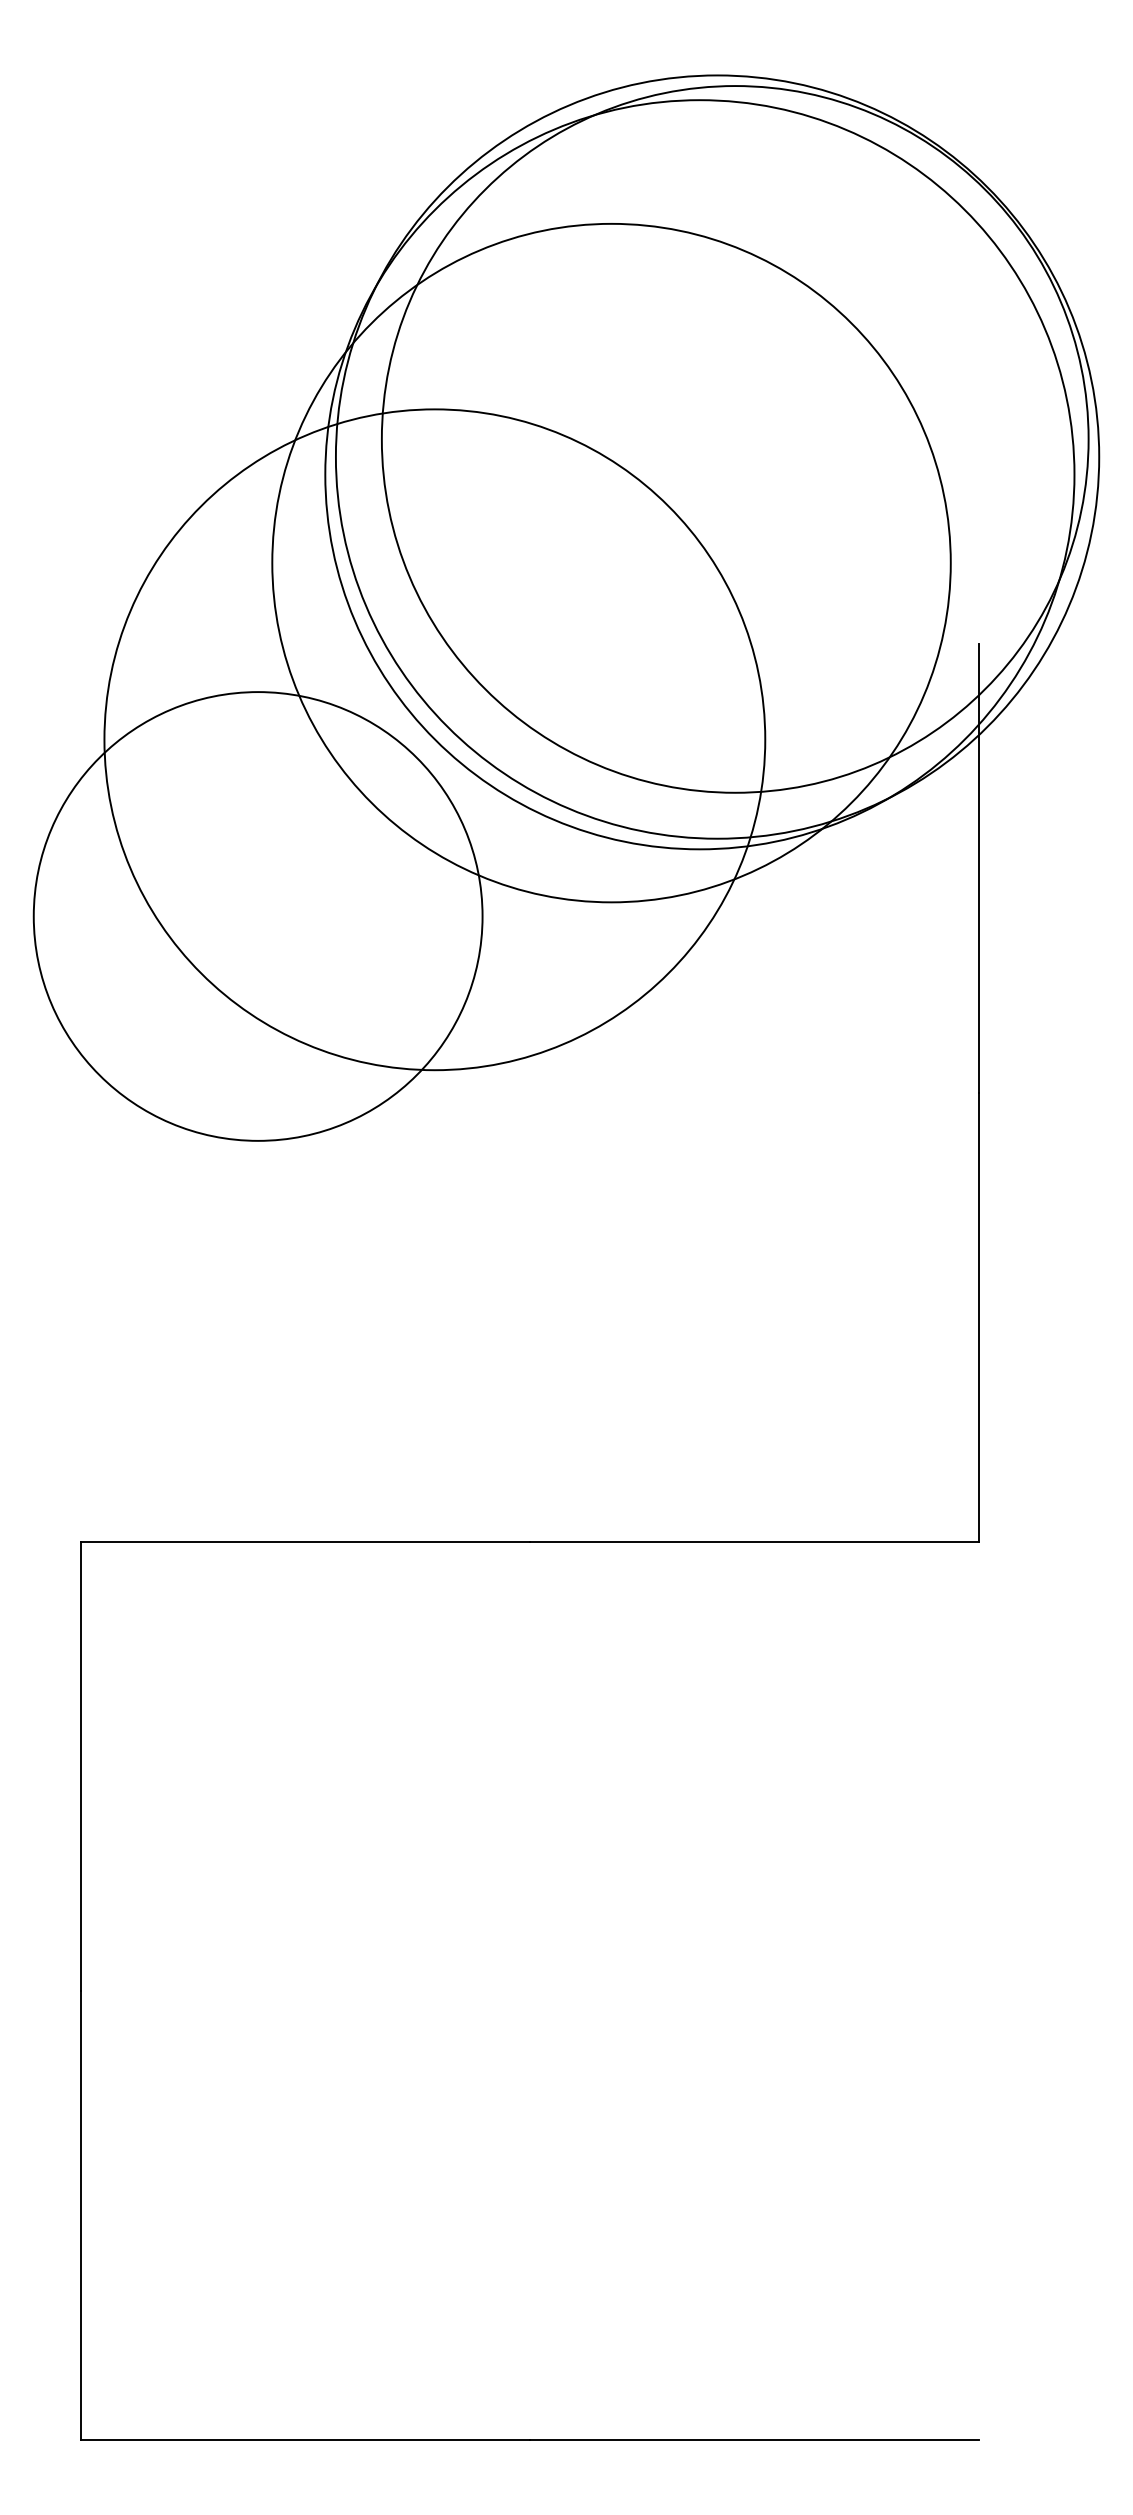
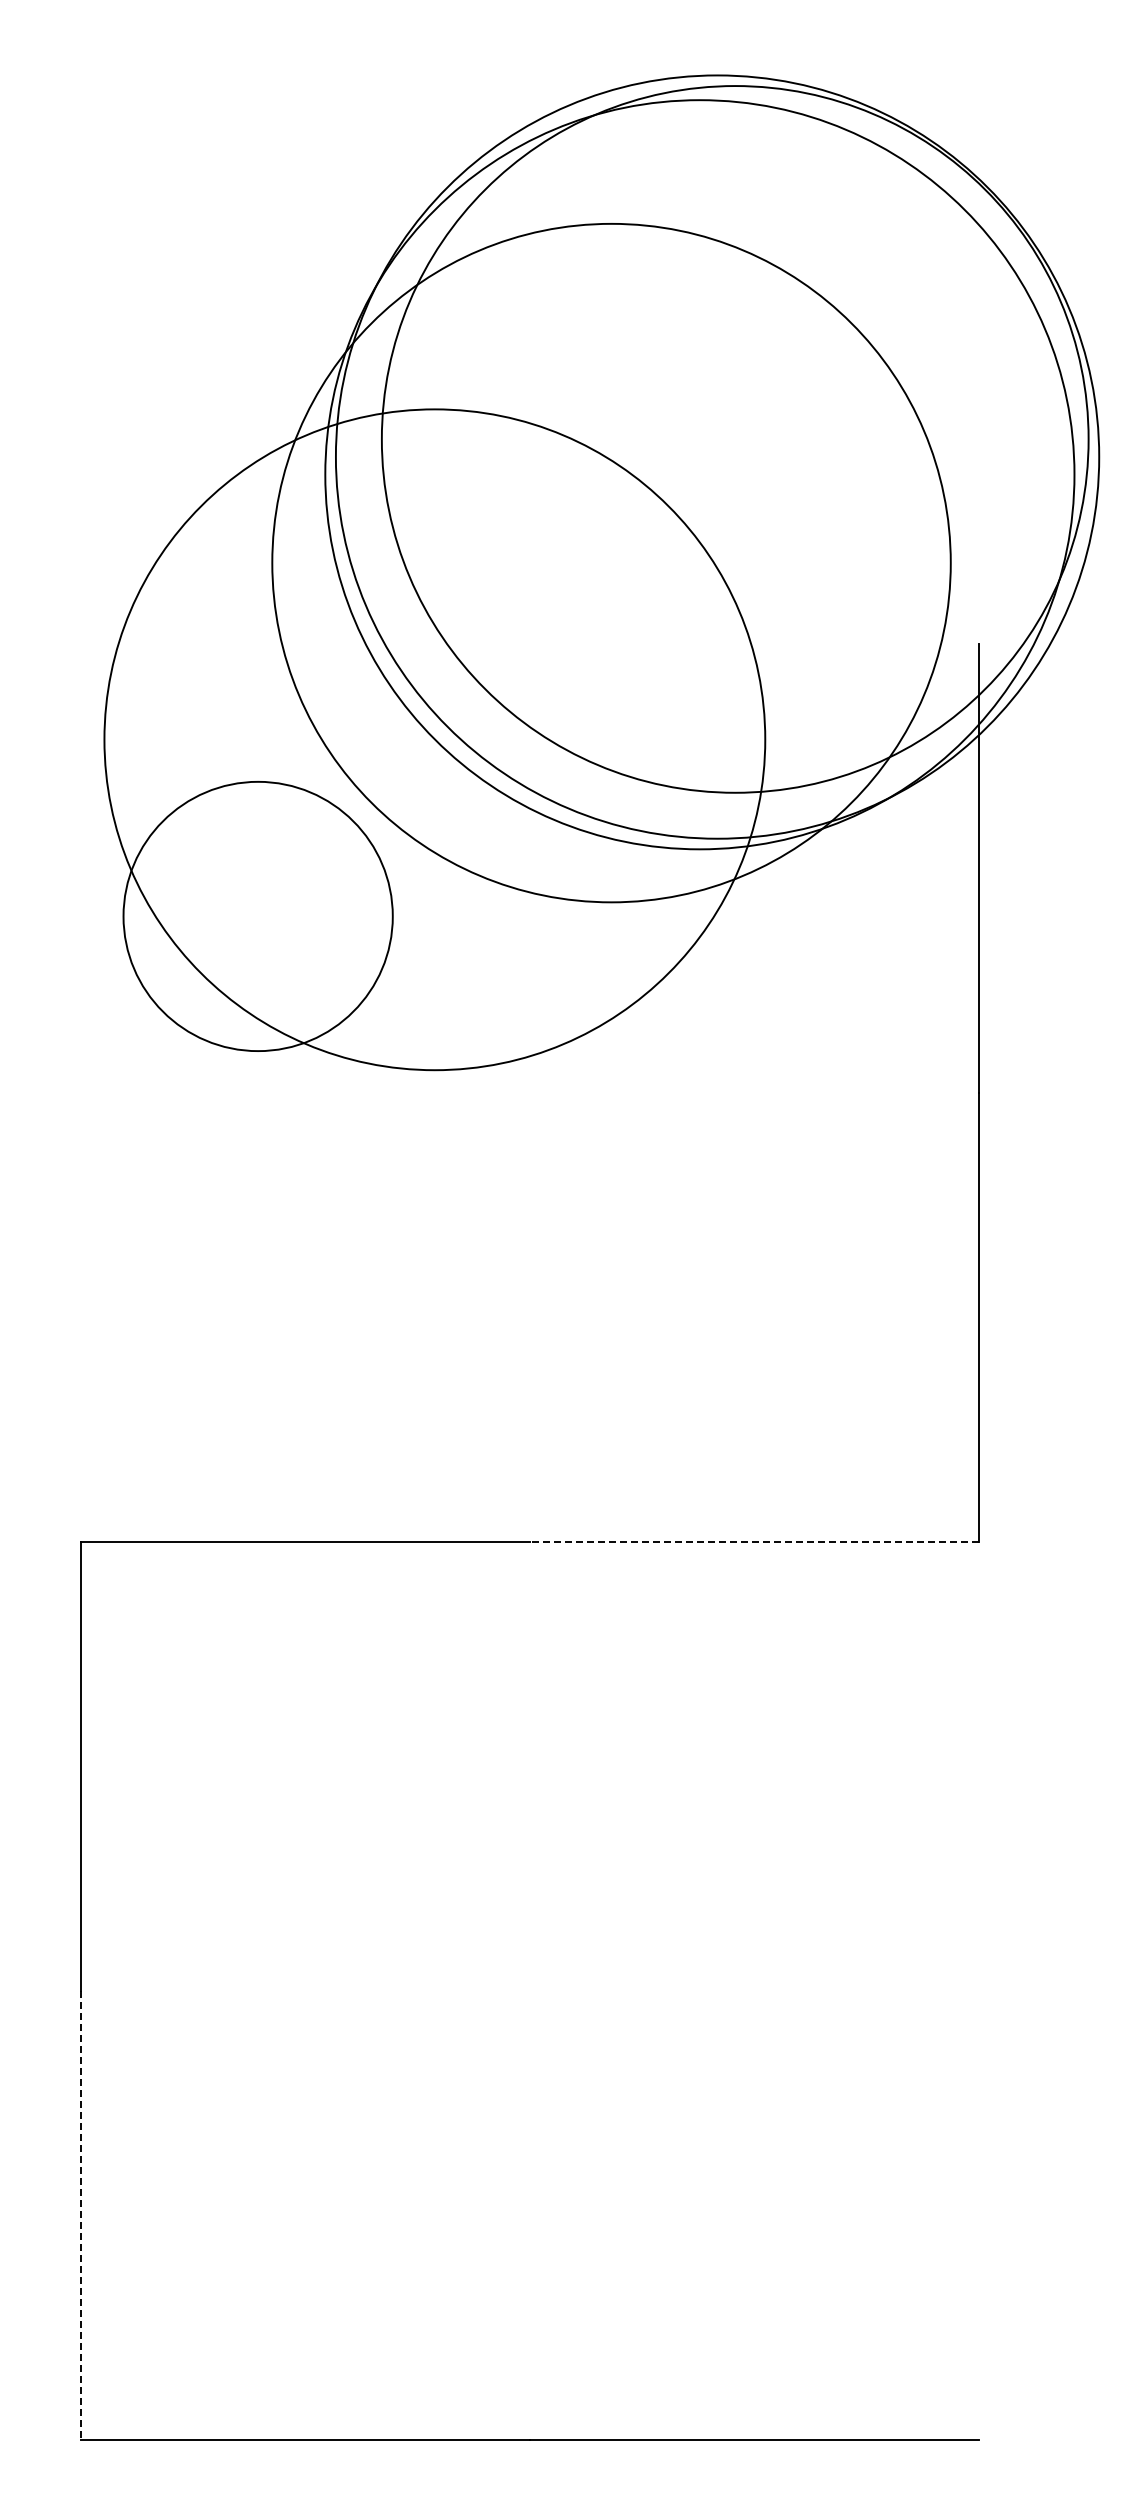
circle at (257, 916) diameter: 449 px -> 269 px
line at (754, 1541): solid -> dashed
line at (81, 2215): solid -> dashed
